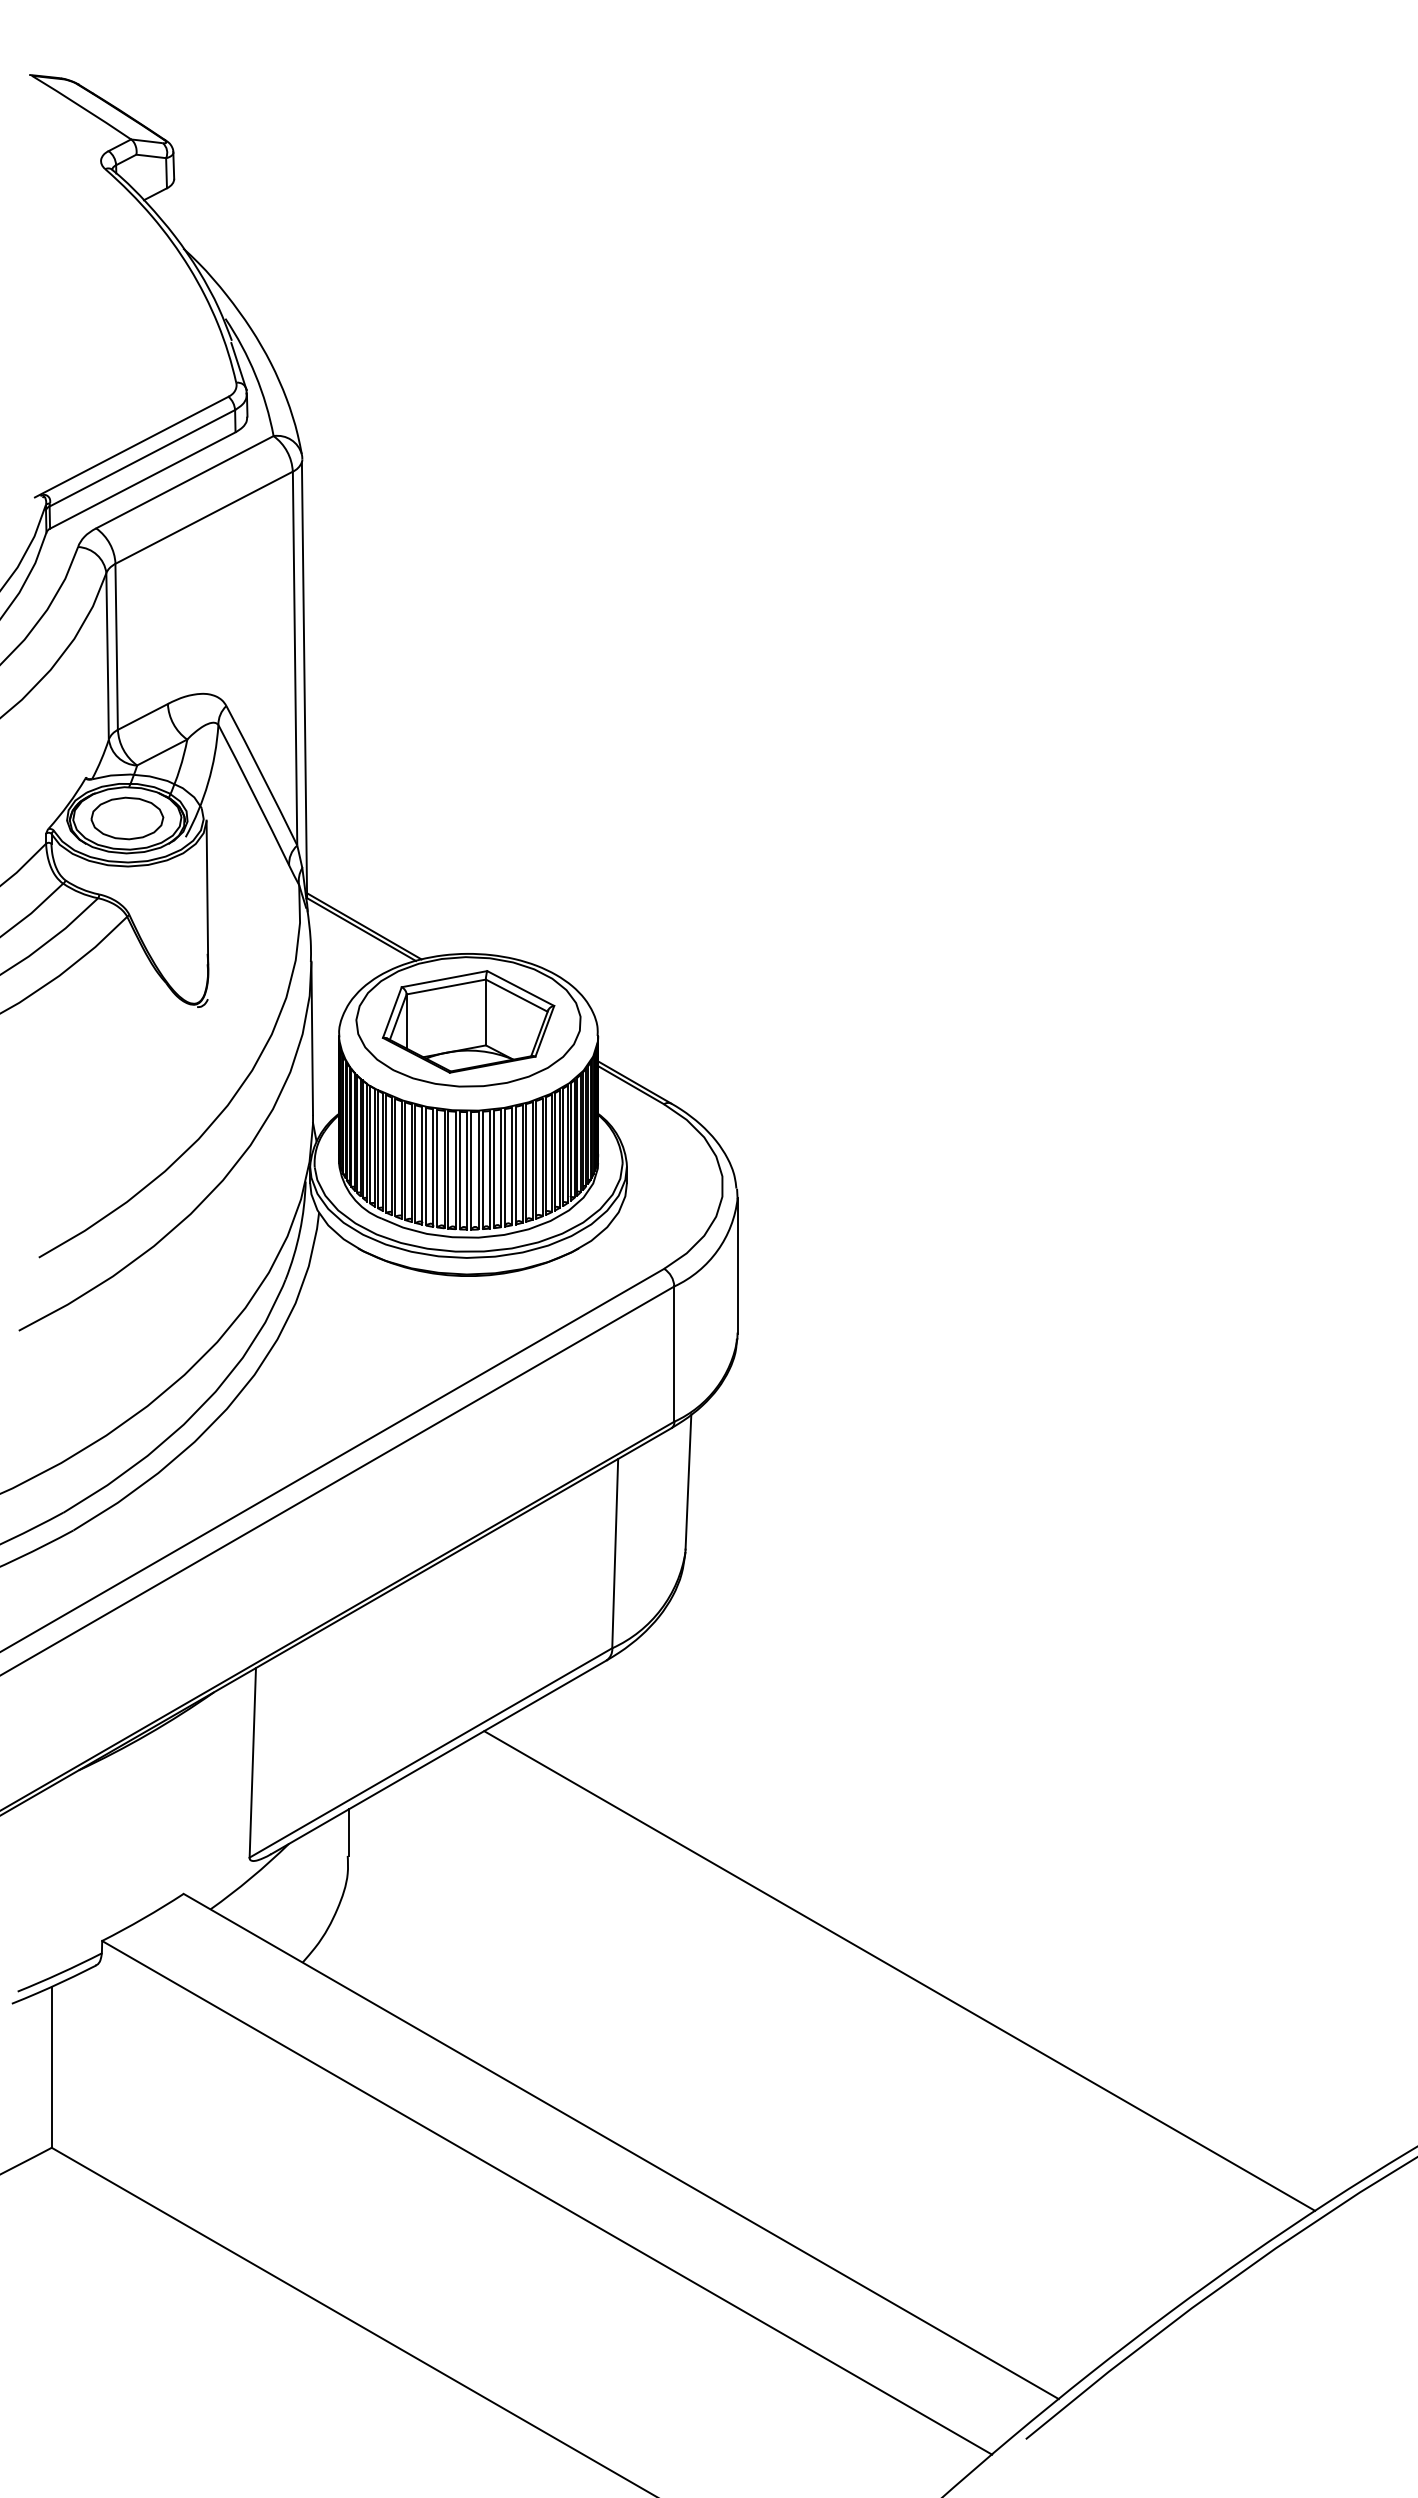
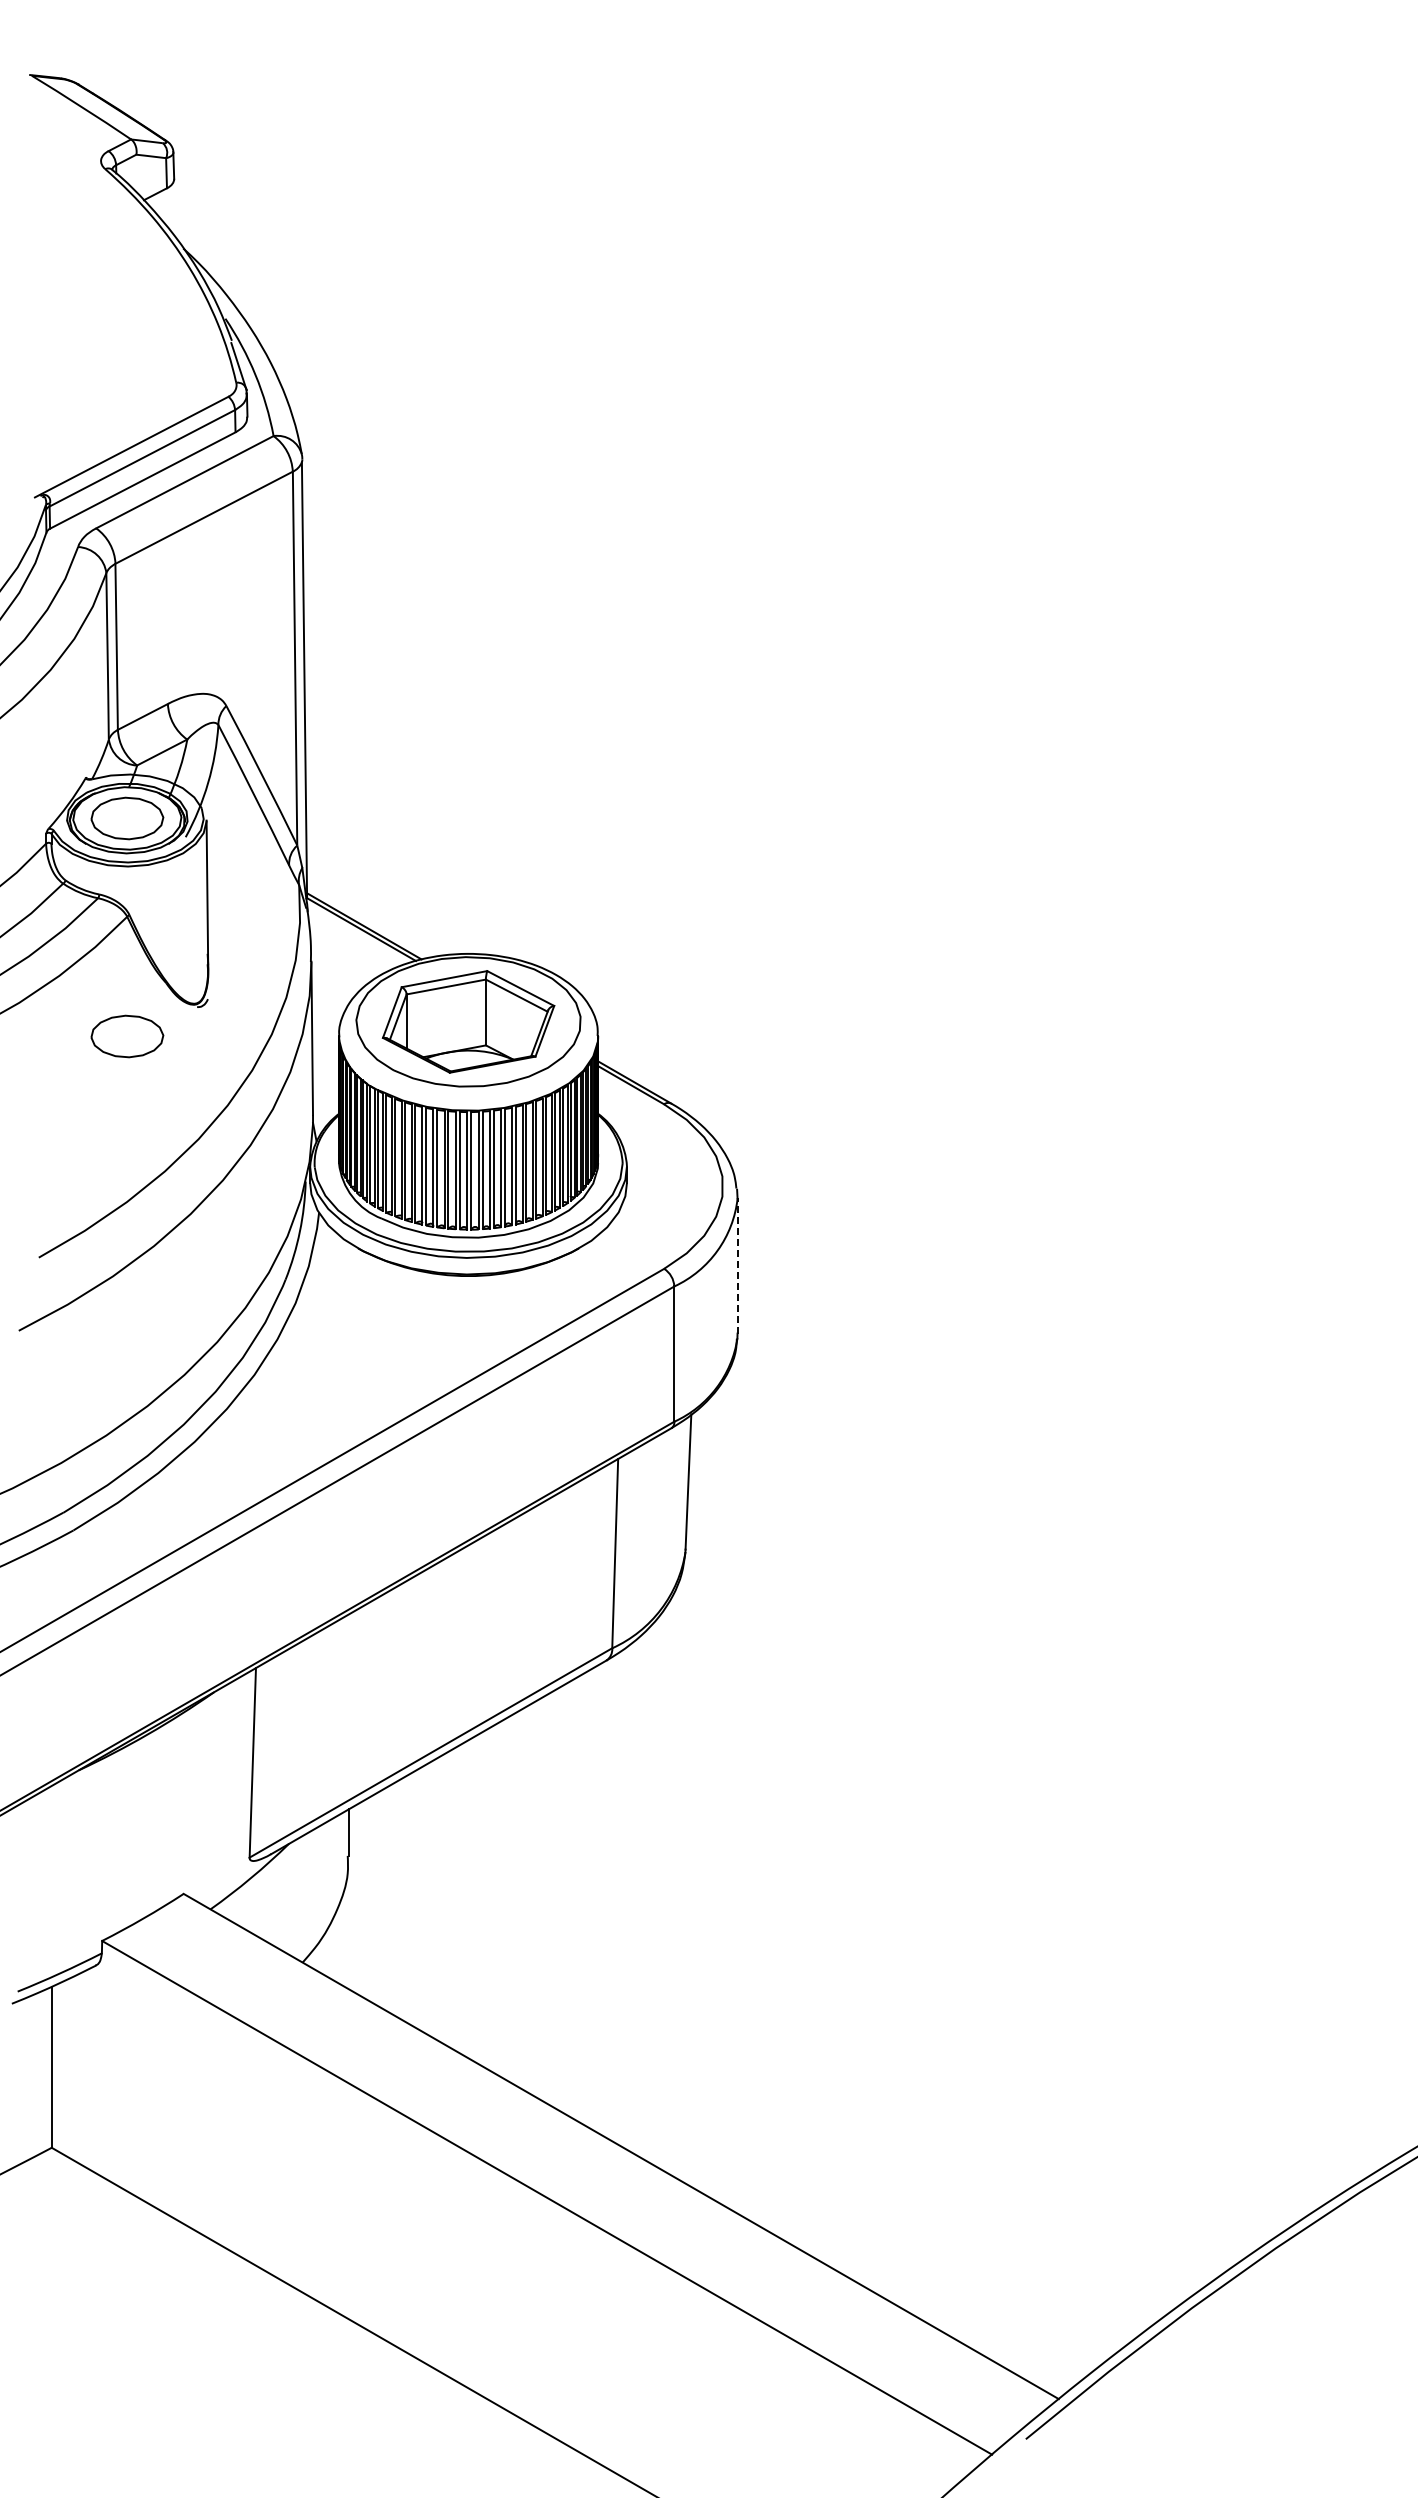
part at (127, 1036): none -> present
line at (737, 1265): solid -> dashed
line at (899, 1970): present -> none
